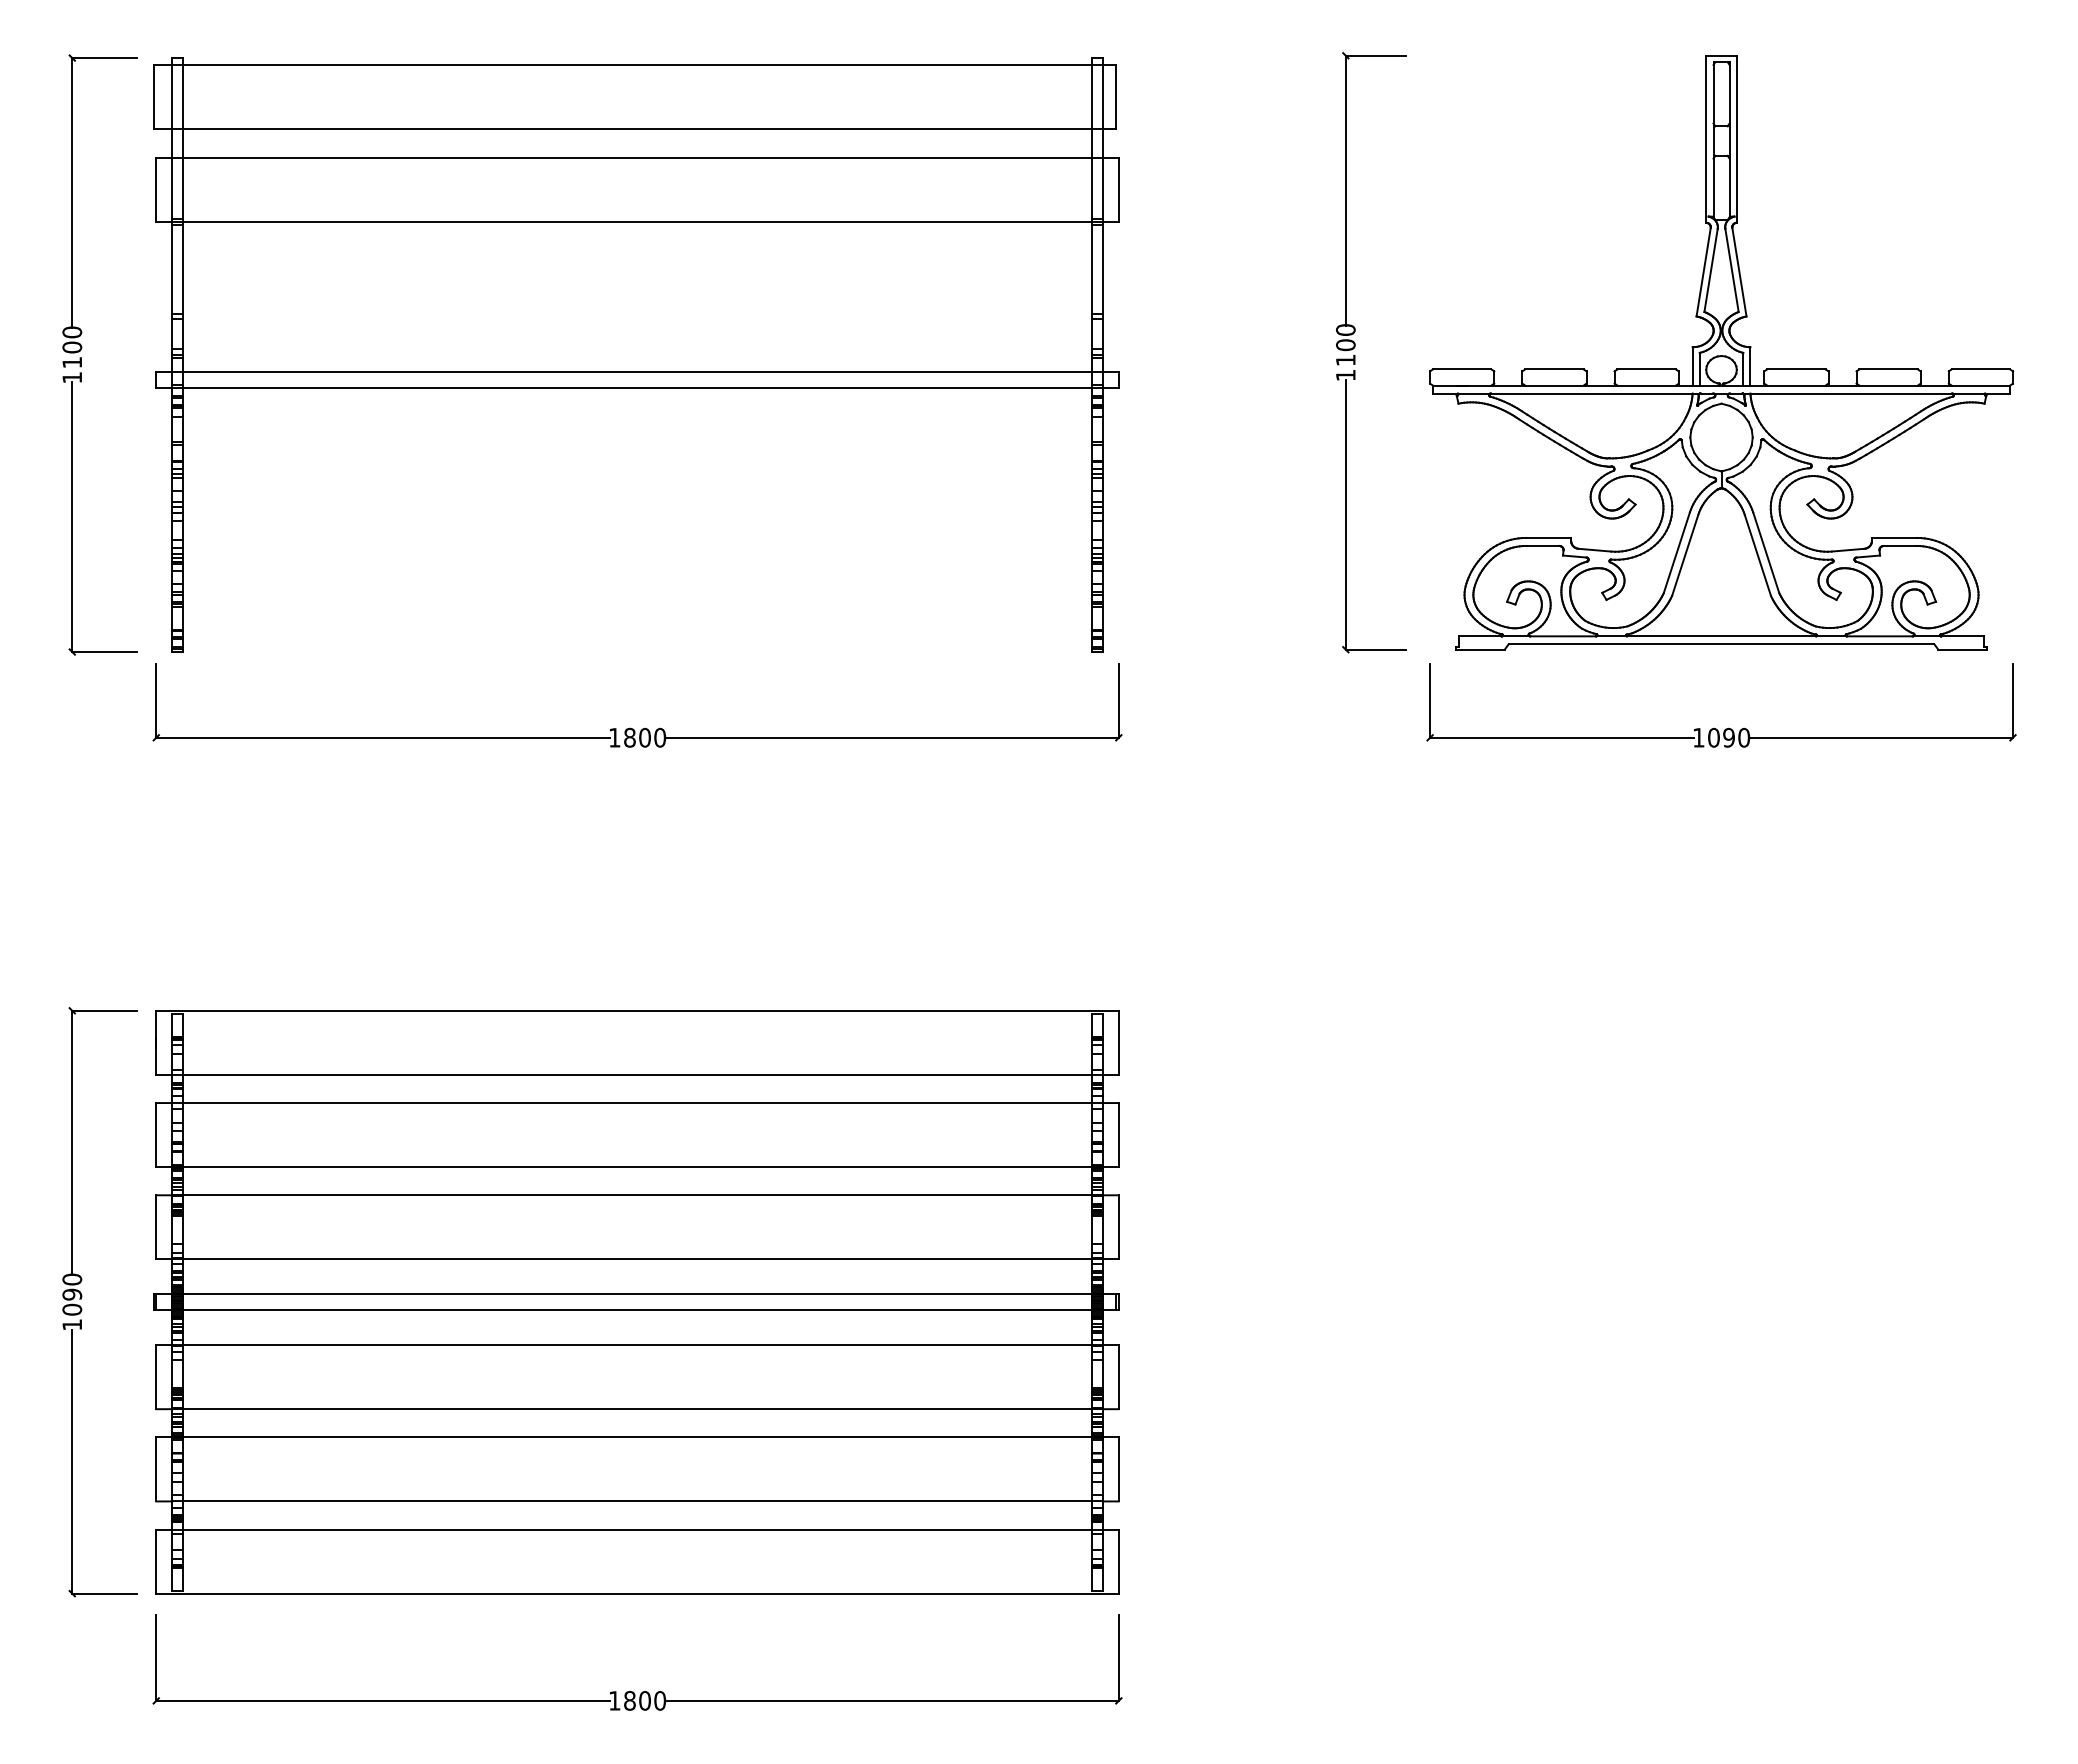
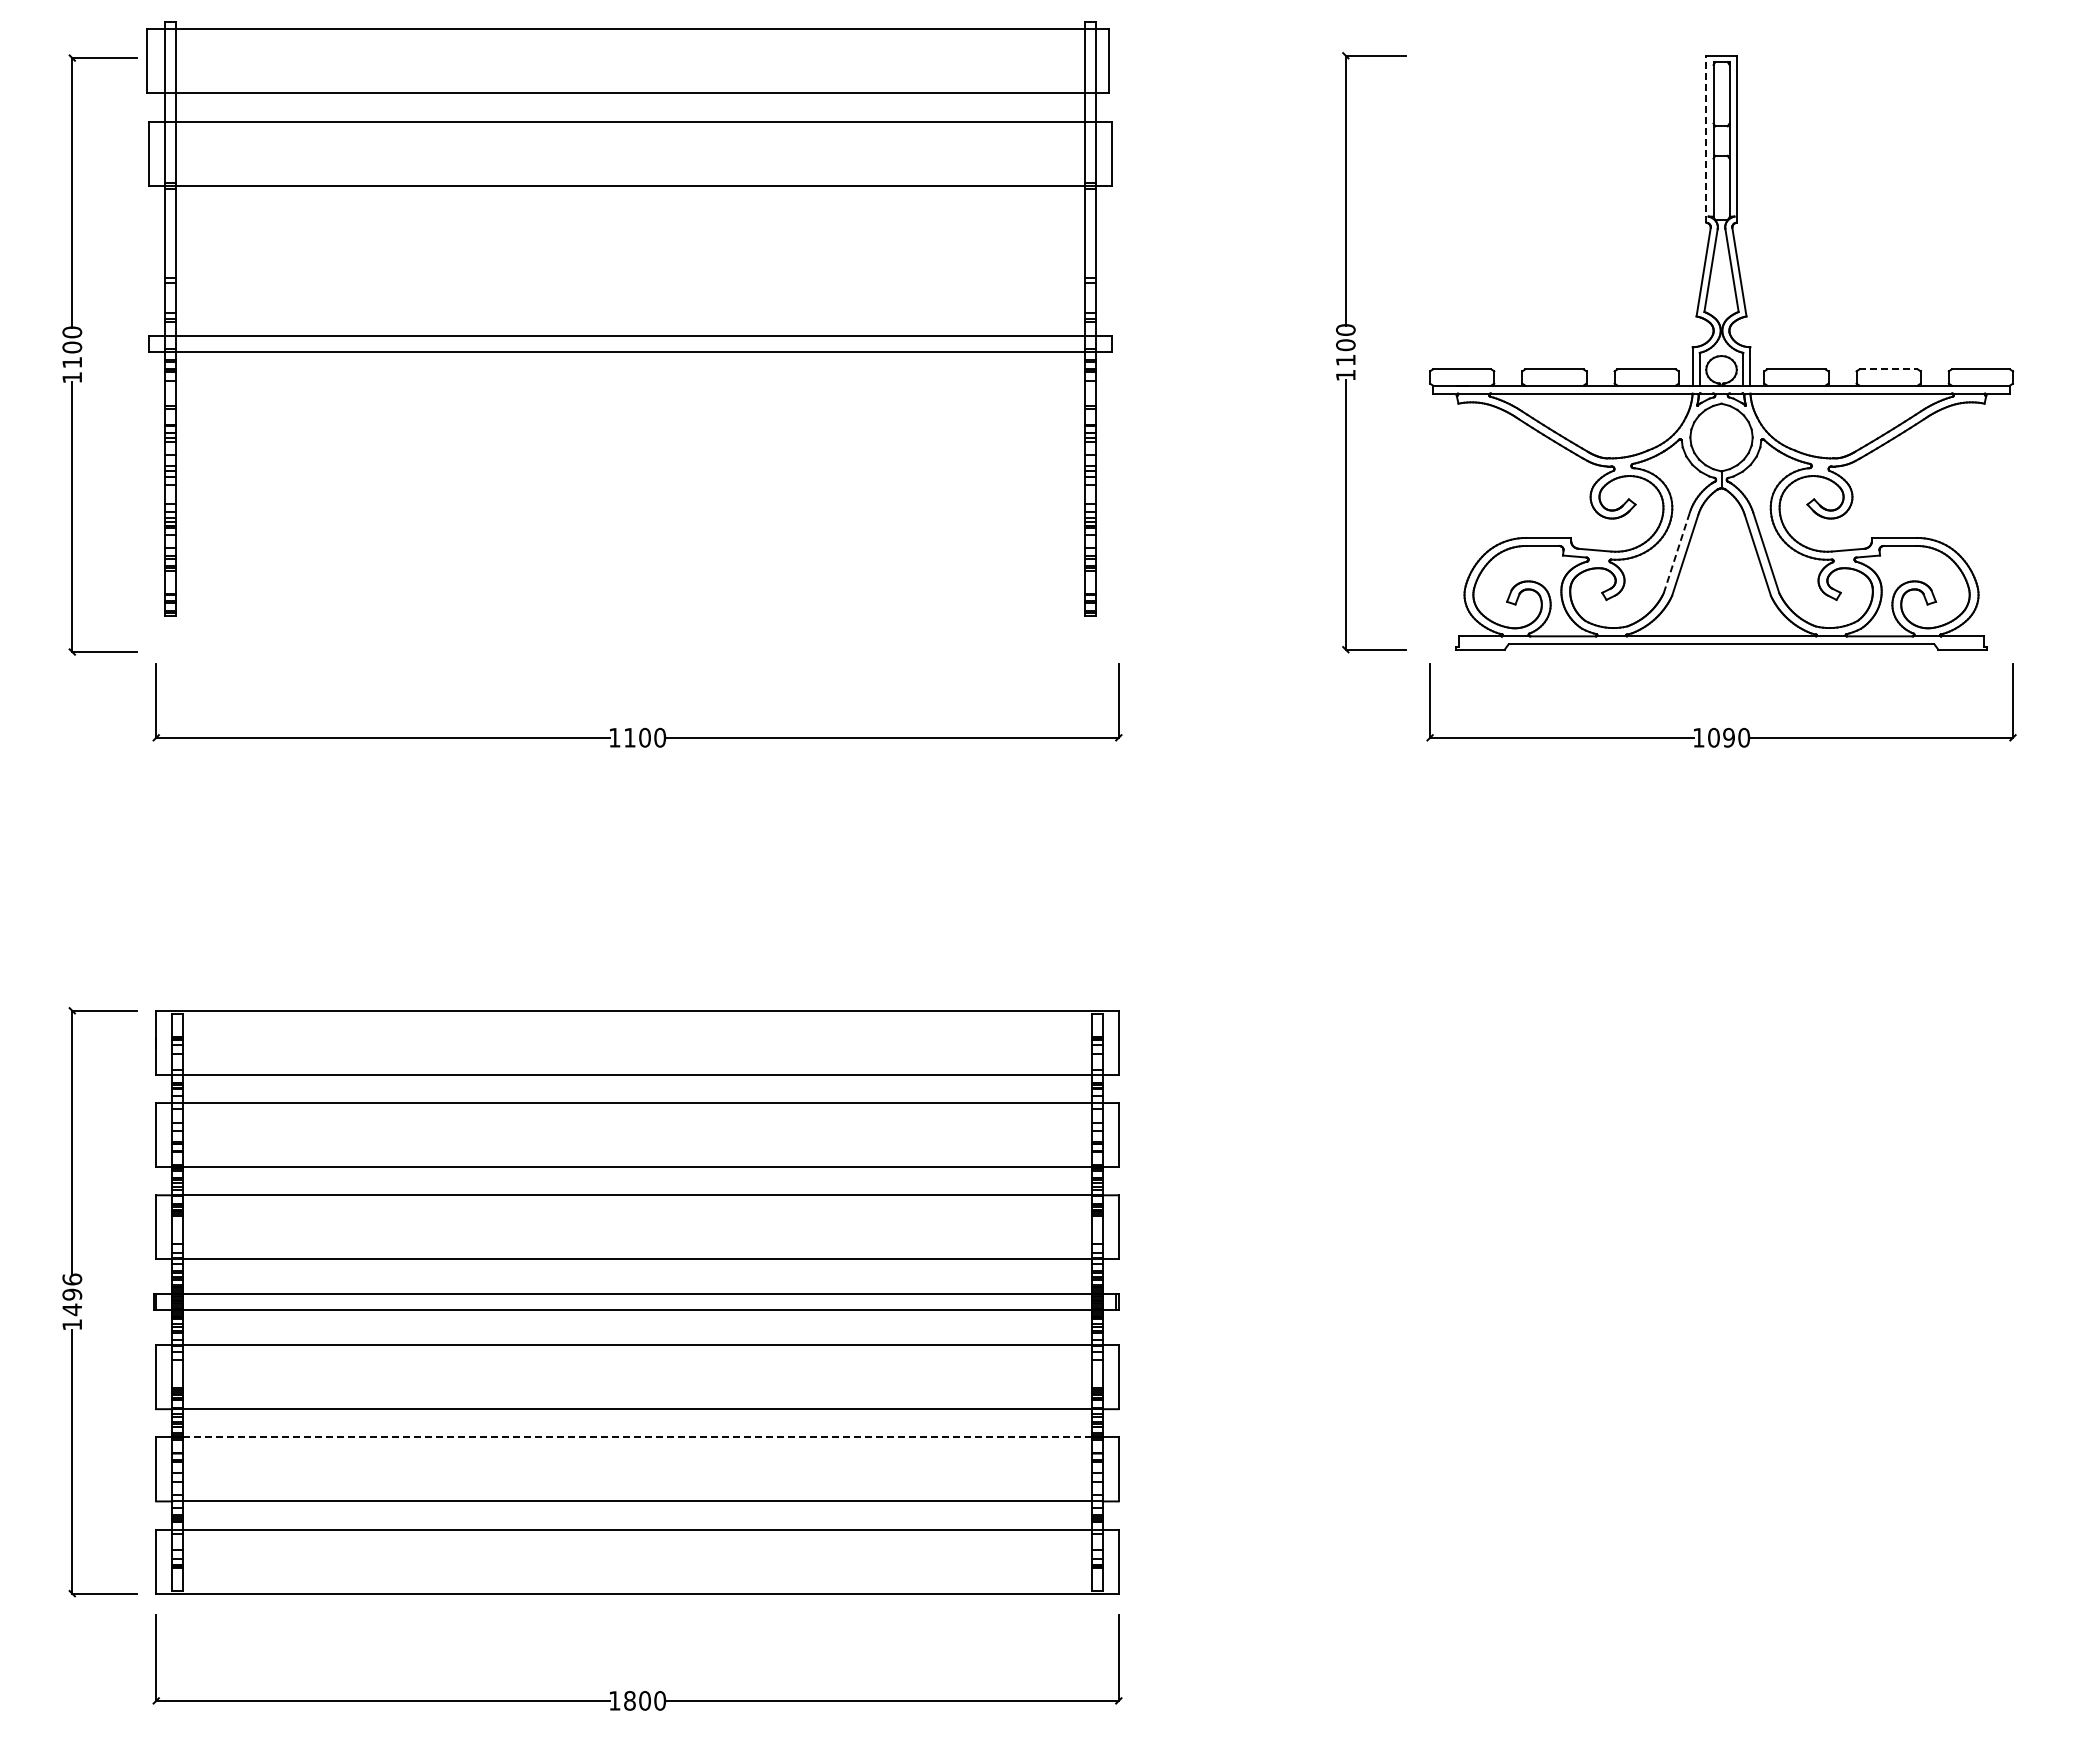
line at (1706, 138): solid -> dashed
part at (636, 354) position: (636, 354) -> (629, 318)
line at (1889, 369): solid -> dashed
line at (1677, 552): solid -> dashed
text at (629, 737): 1800 -> 1100
text at (72, 1294): 1090 -> 1496
line at (637, 1437): solid -> dashed
